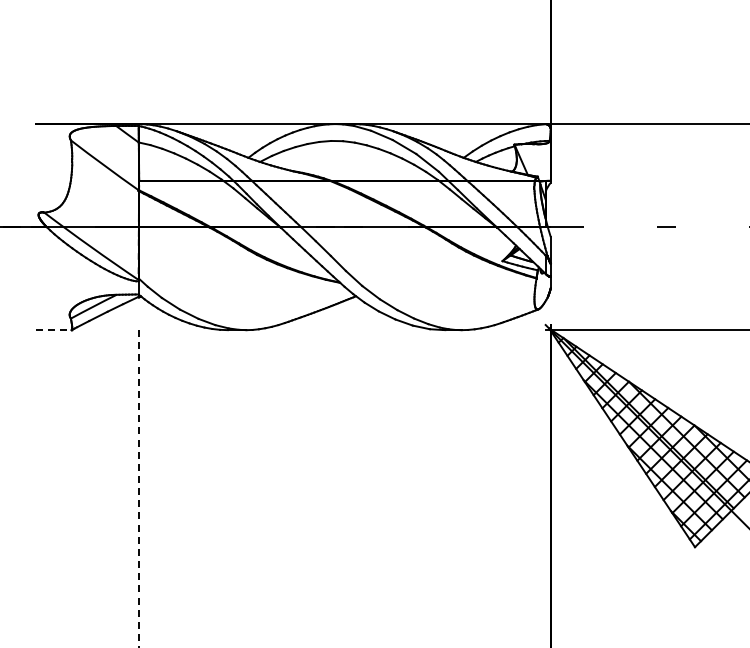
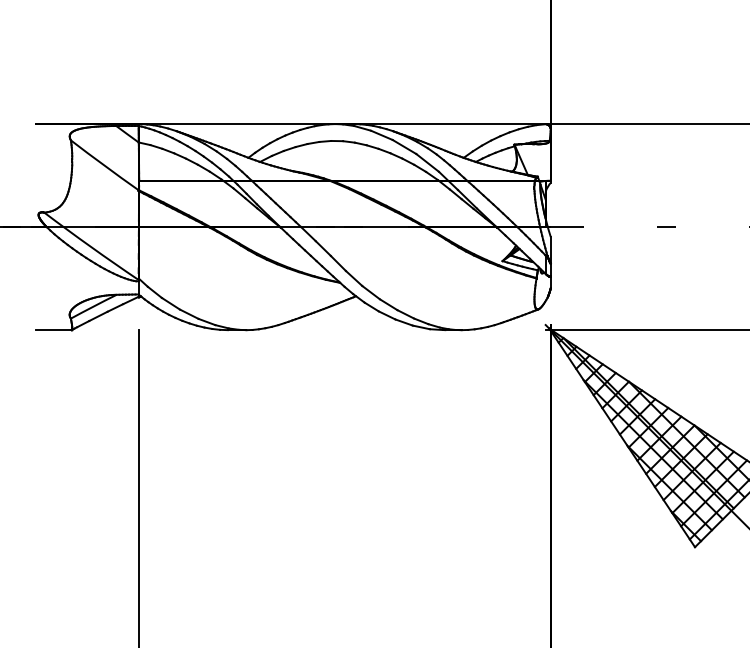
line at (53, 330): dashed -> solid
line at (138, 489): dashed -> solid
